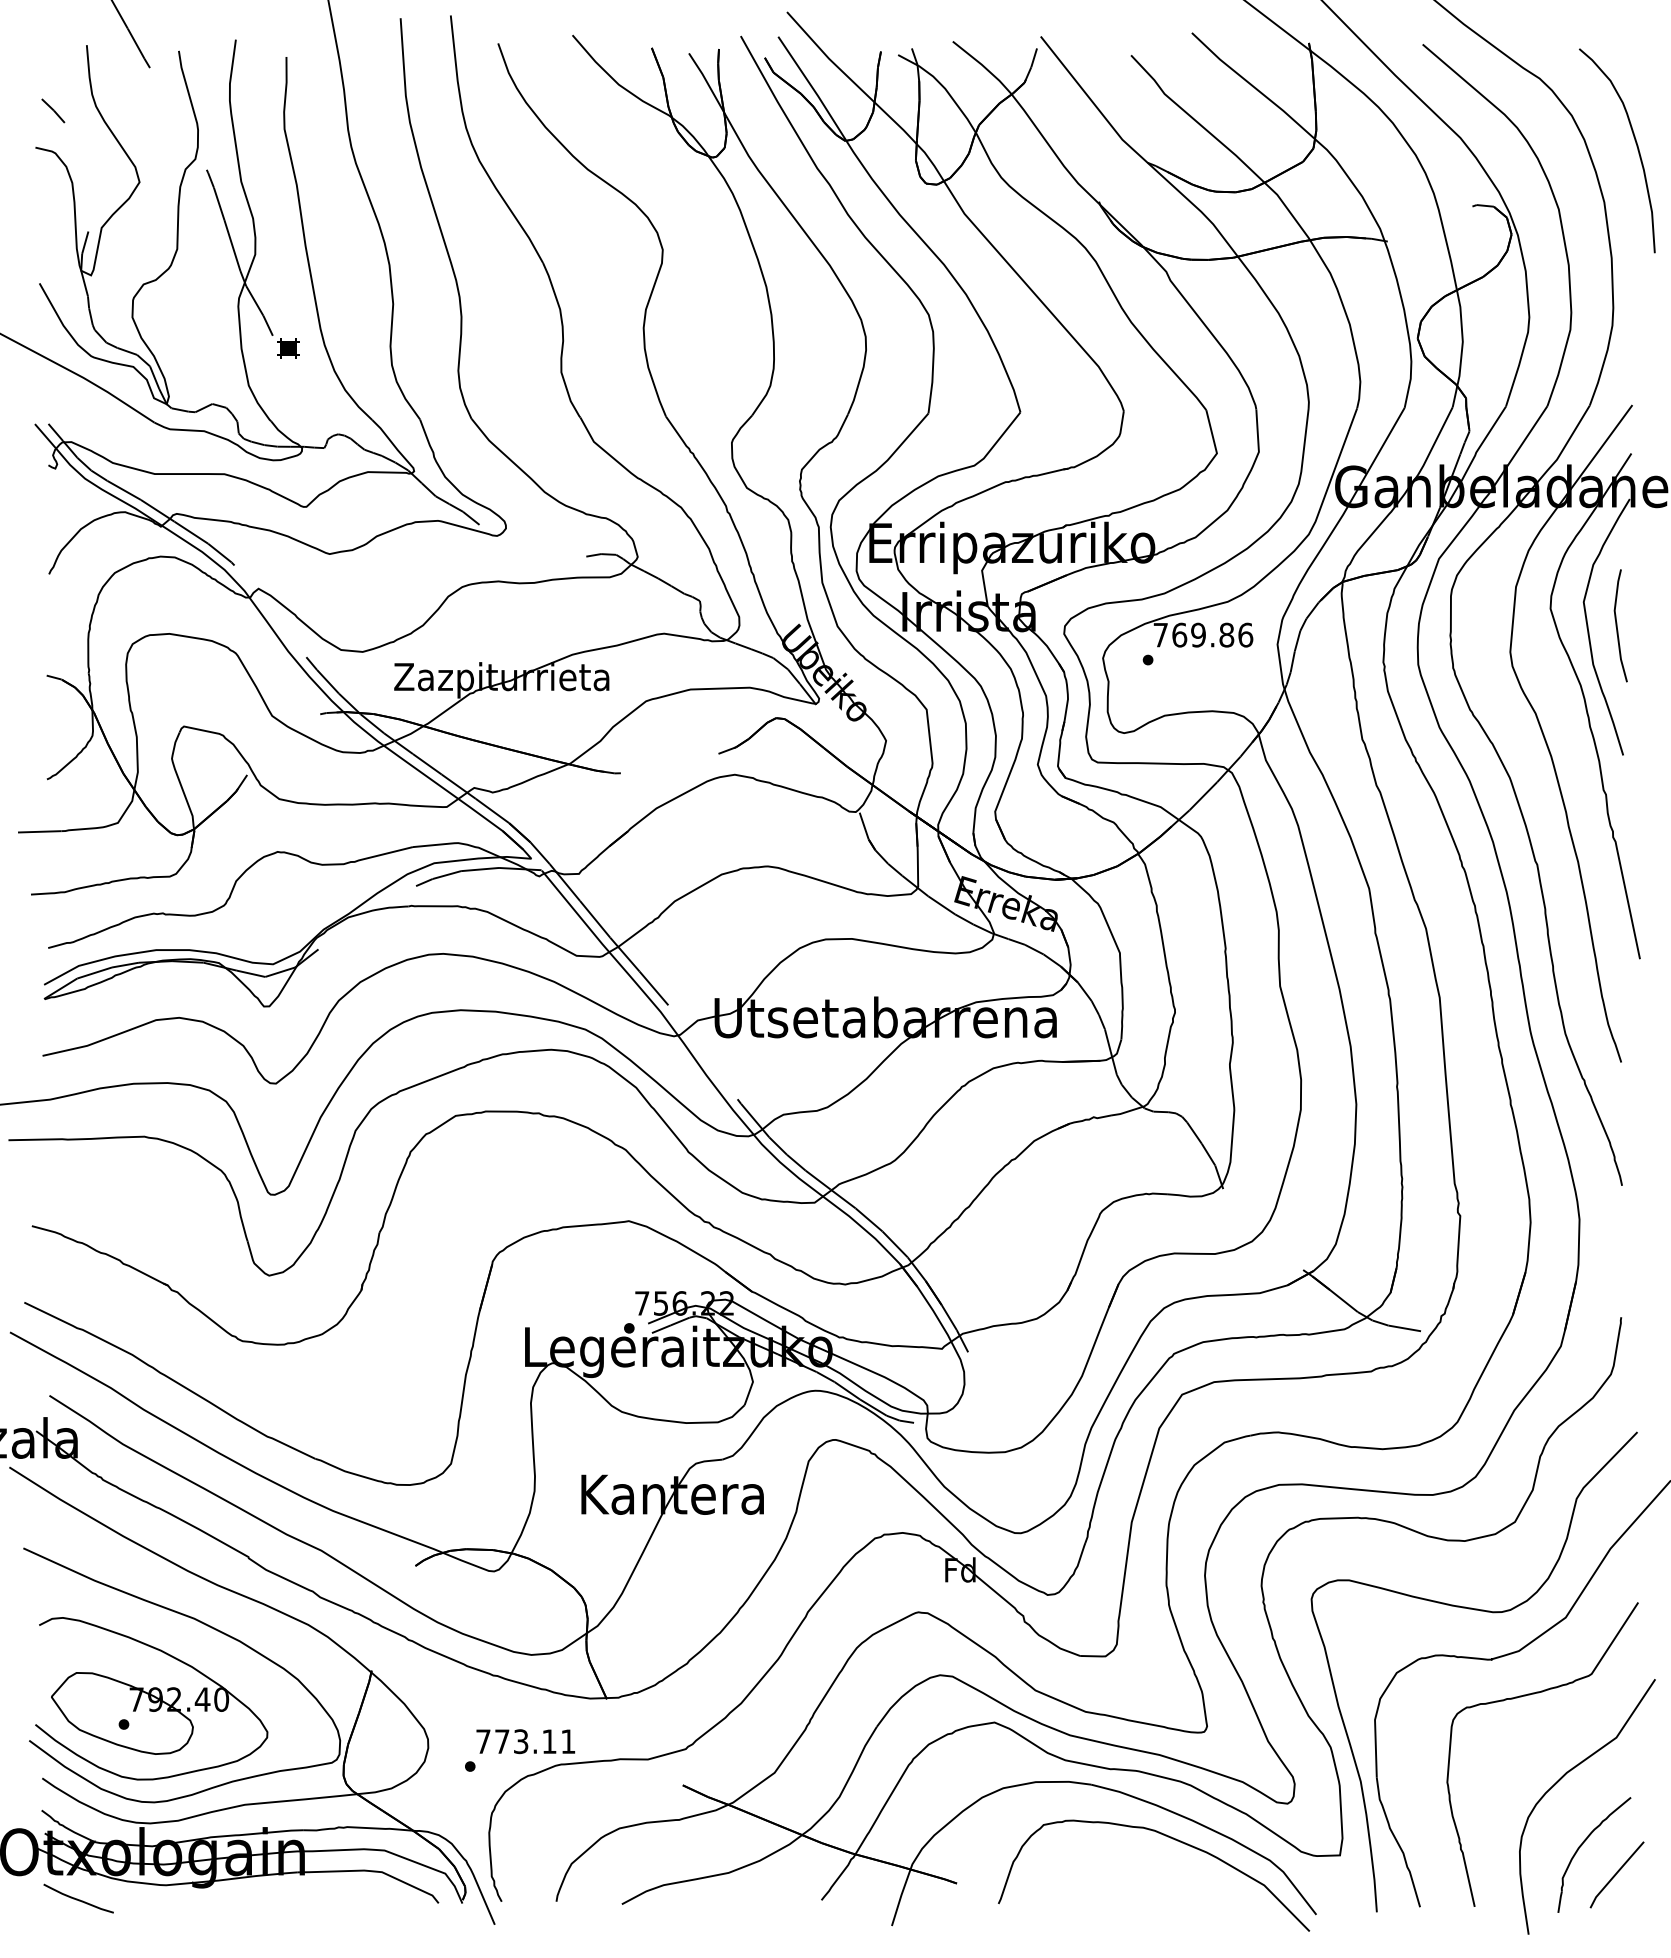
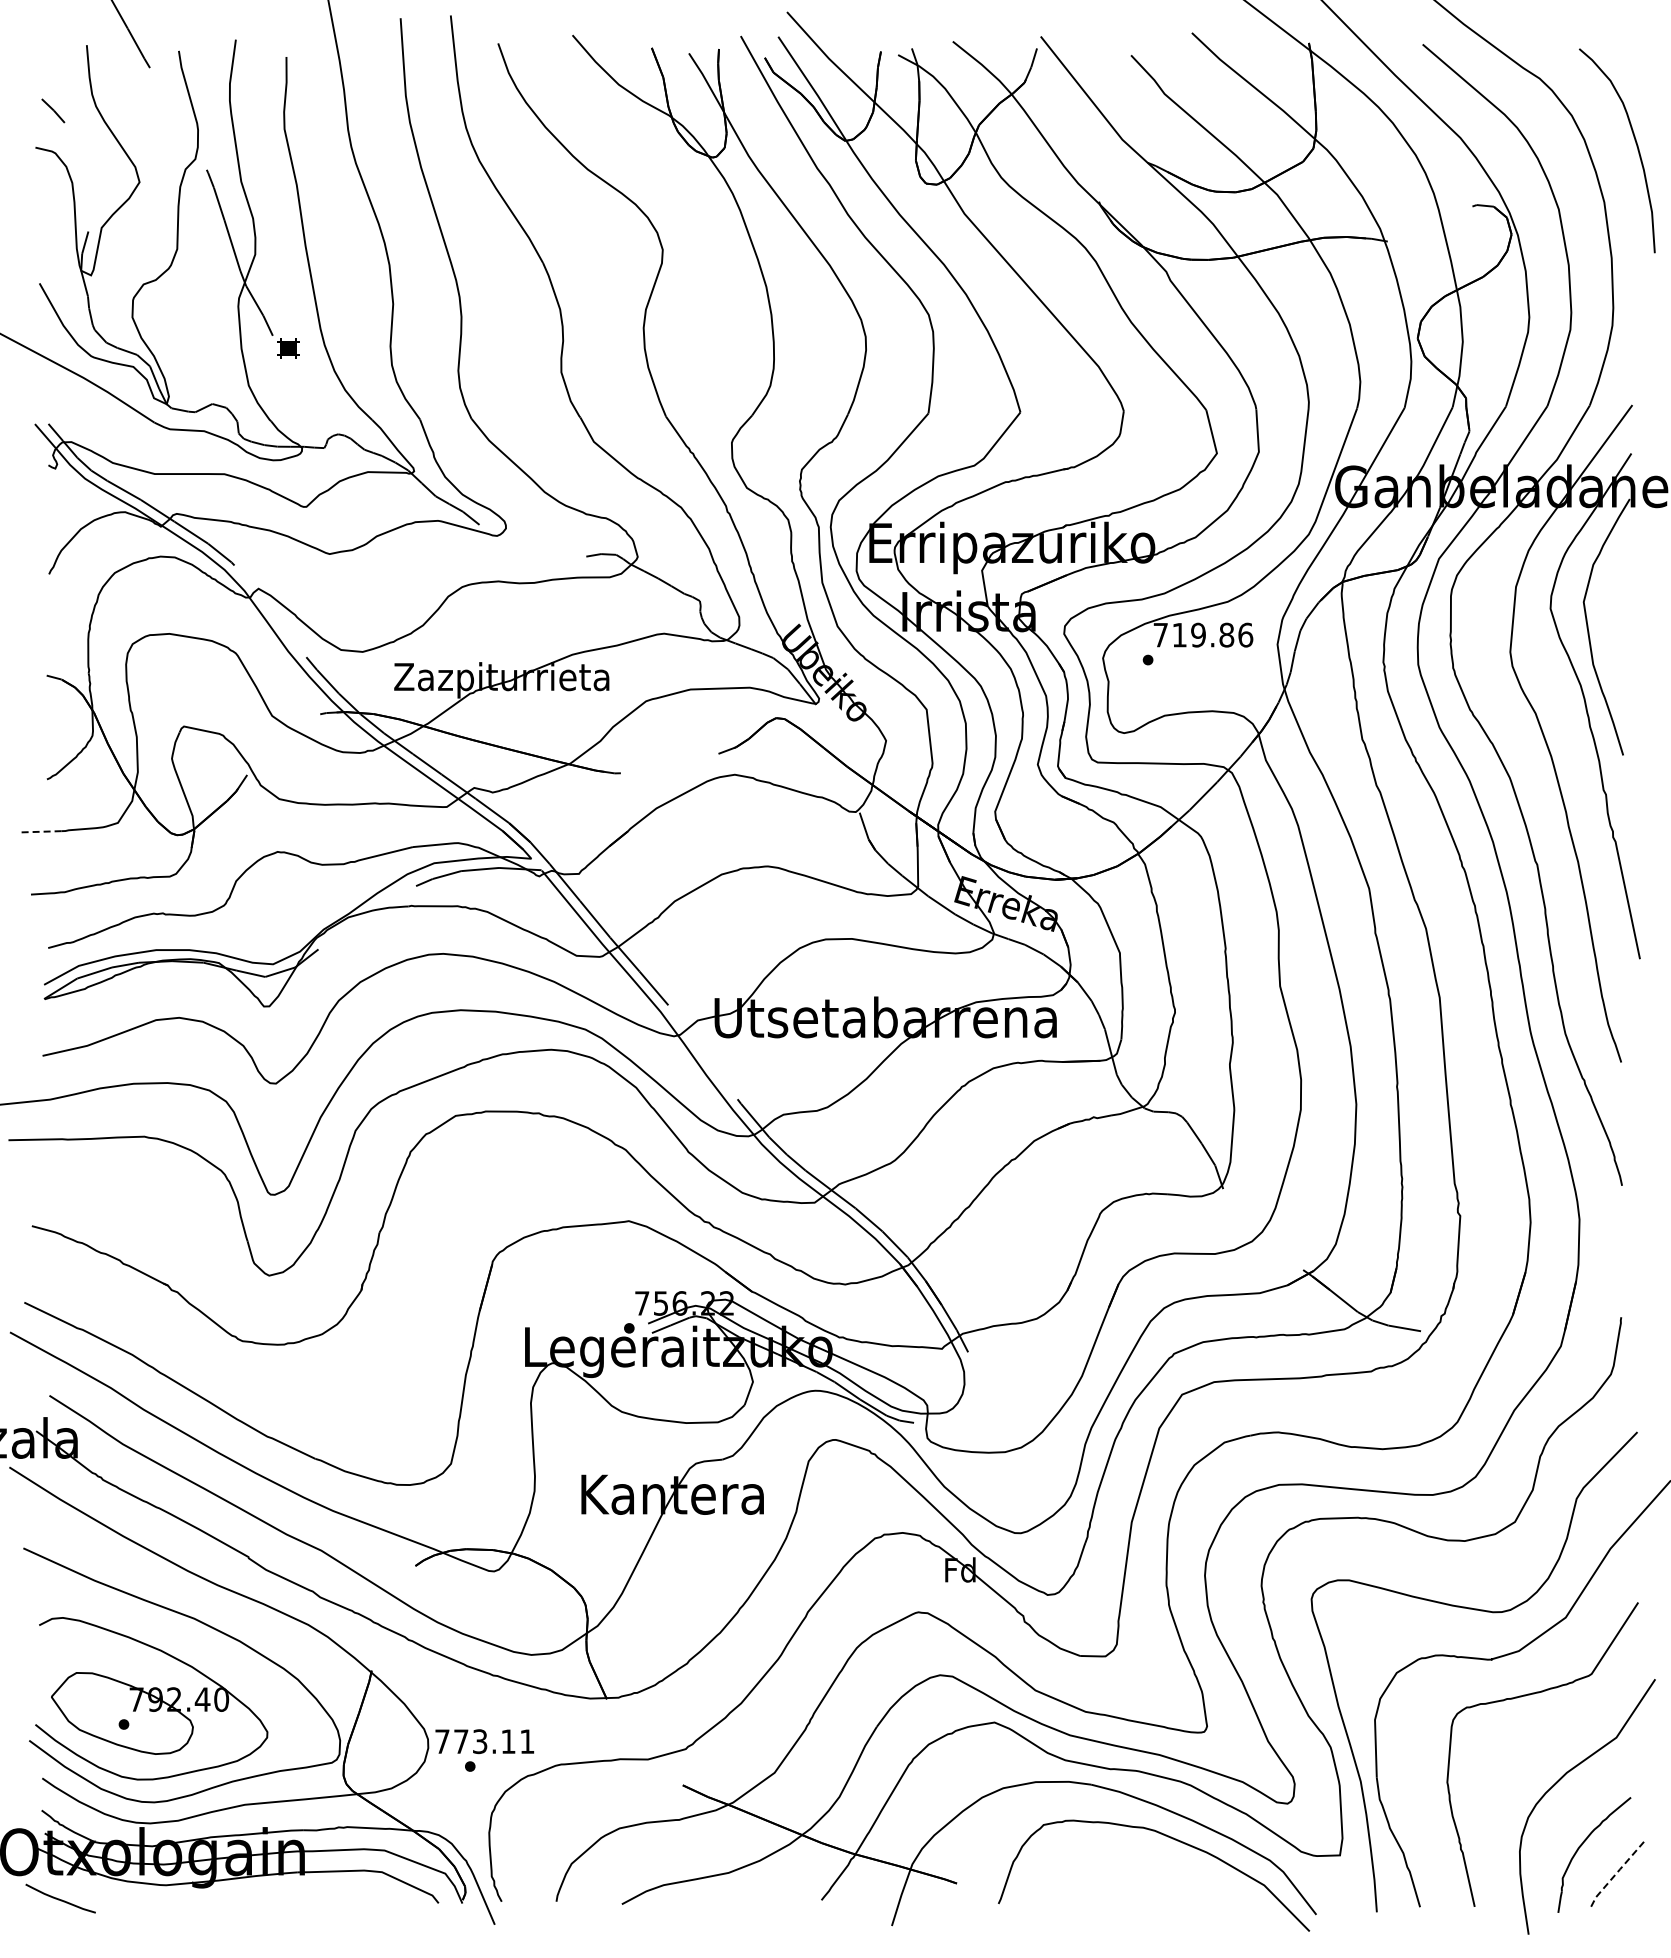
line at (1617, 625): present -> none
text at (1179, 634): 769.86 -> 719.86
line at (39, 831): solid -> dashed
text at (525, 1741) position: (525, 1741) -> (484, 1741)
line at (1615, 1874): solid -> dashed
curve at (77, 1898) position: (77, 1898) -> (59, 1898)
